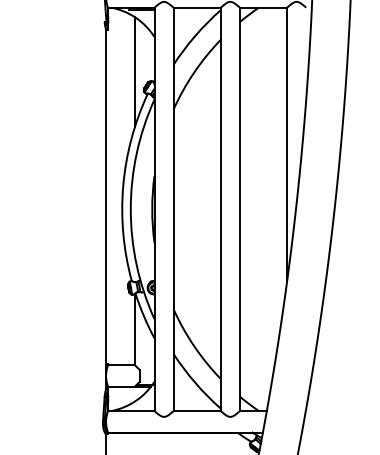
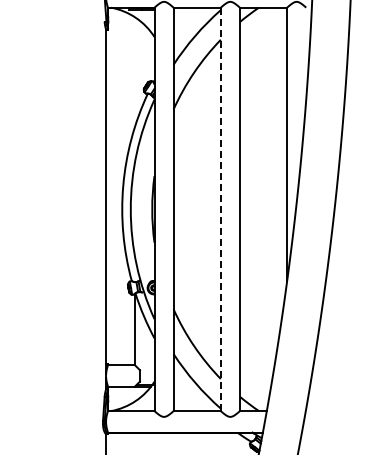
line at (134, 72): present -> none
line at (220, 209): solid -> dashed
